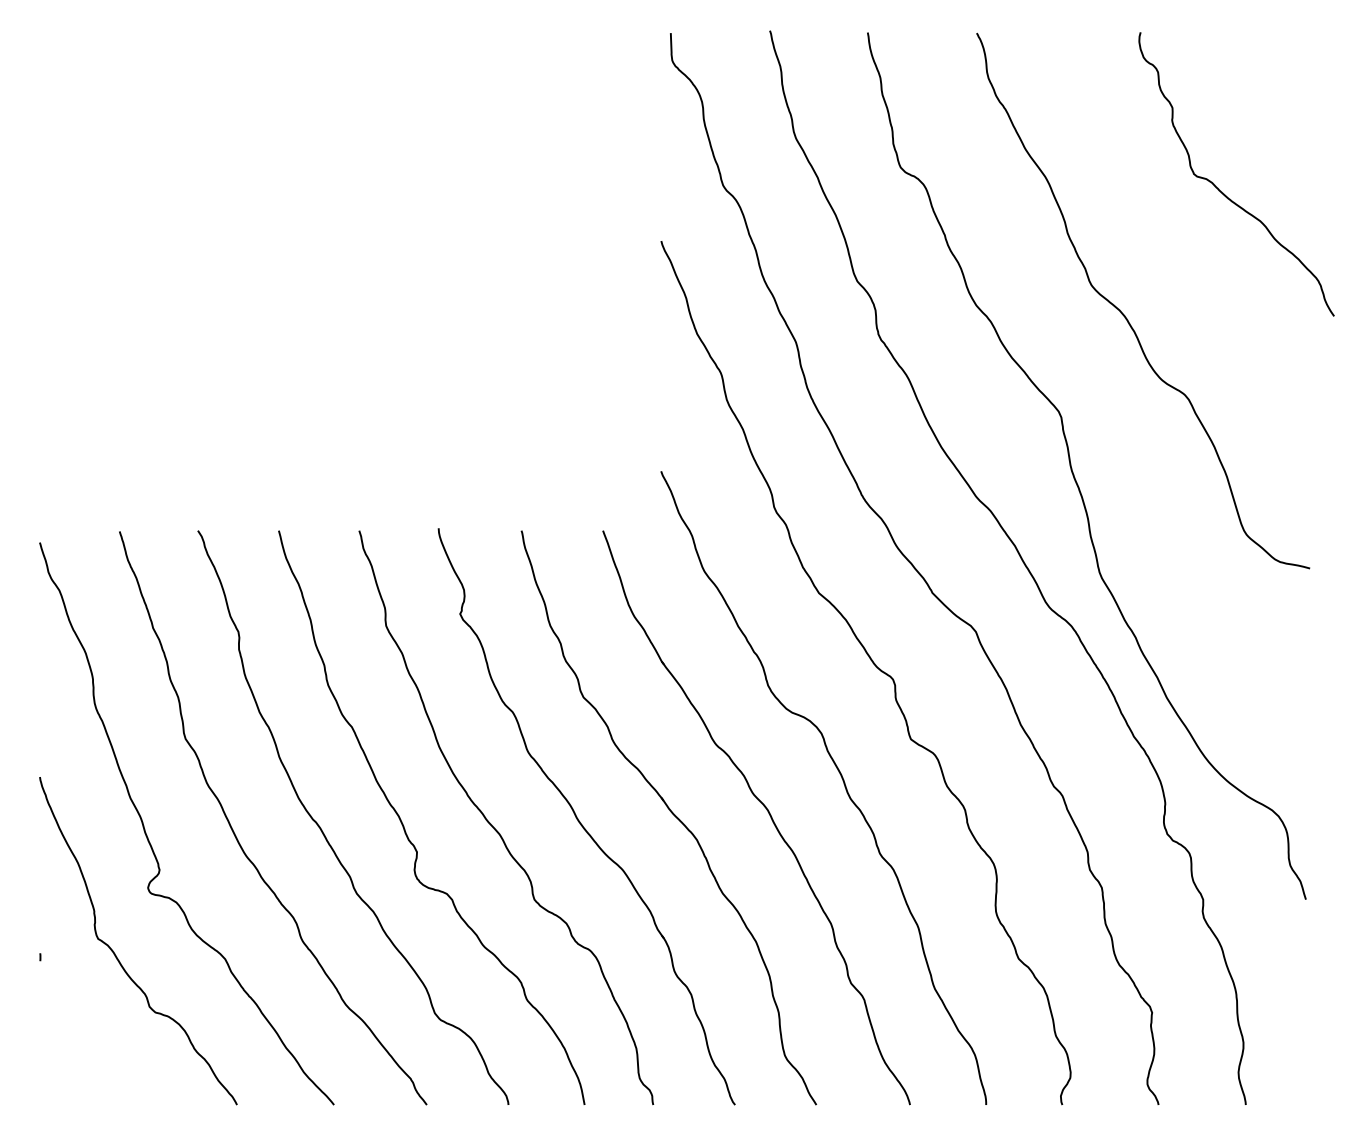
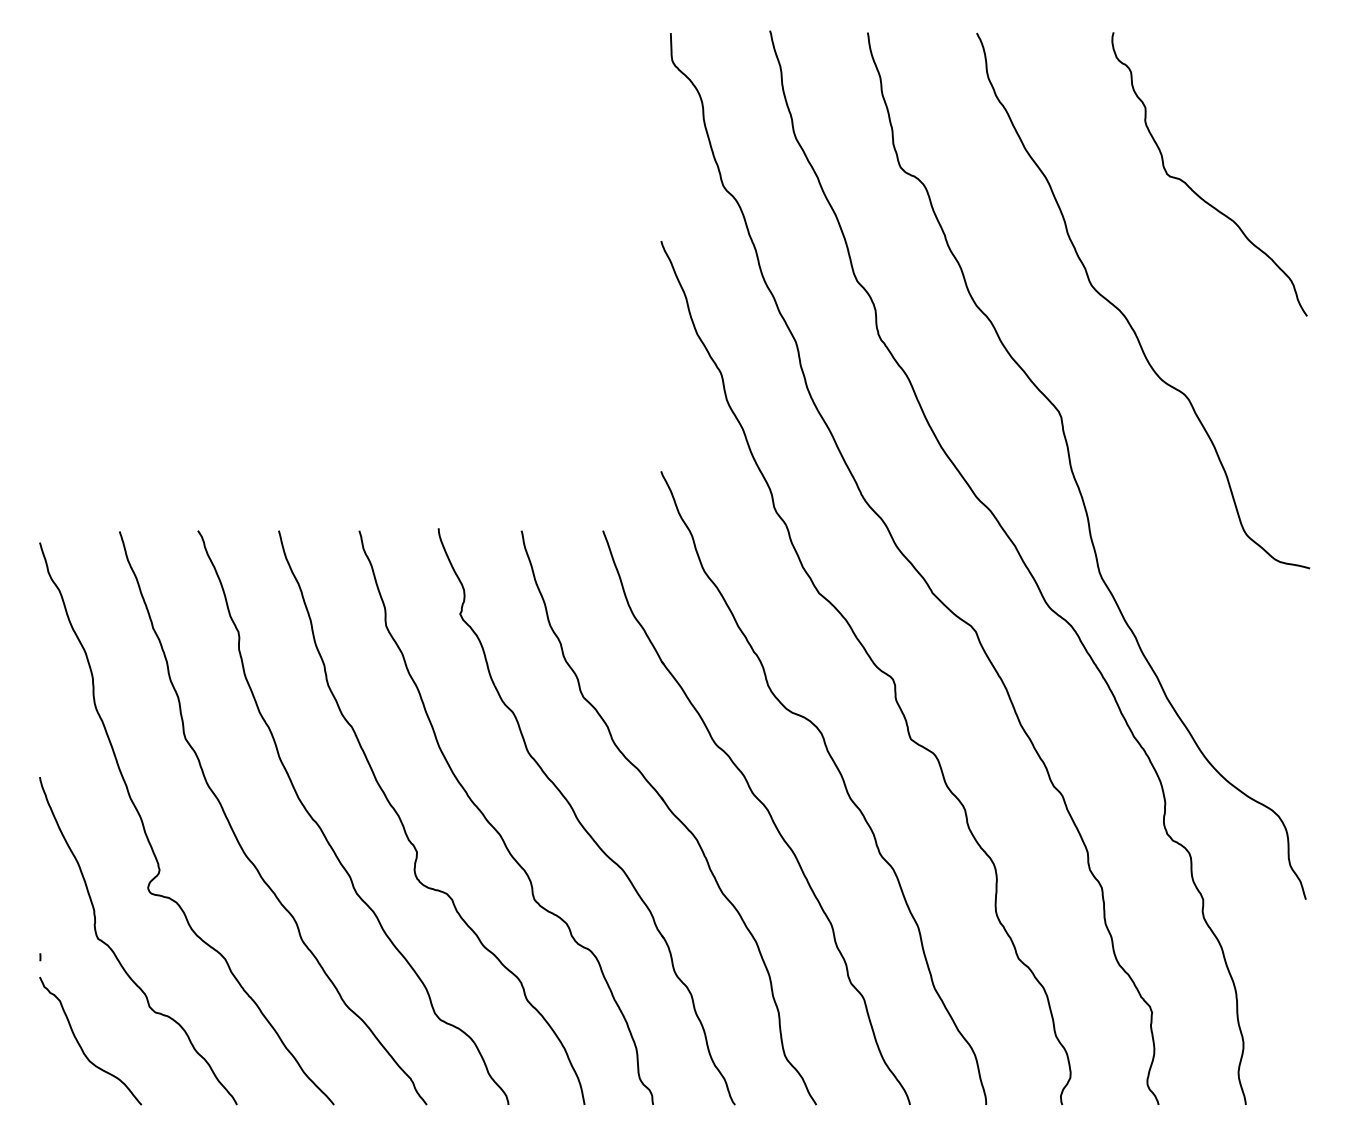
curve at (1223, 192) position: (1223, 192) -> (1196, 192)
curve at (80, 1044): none -> present
